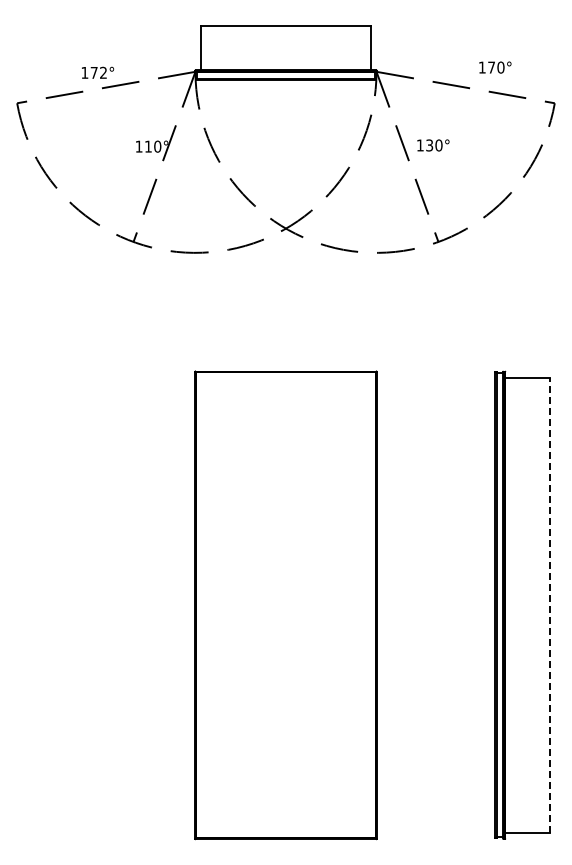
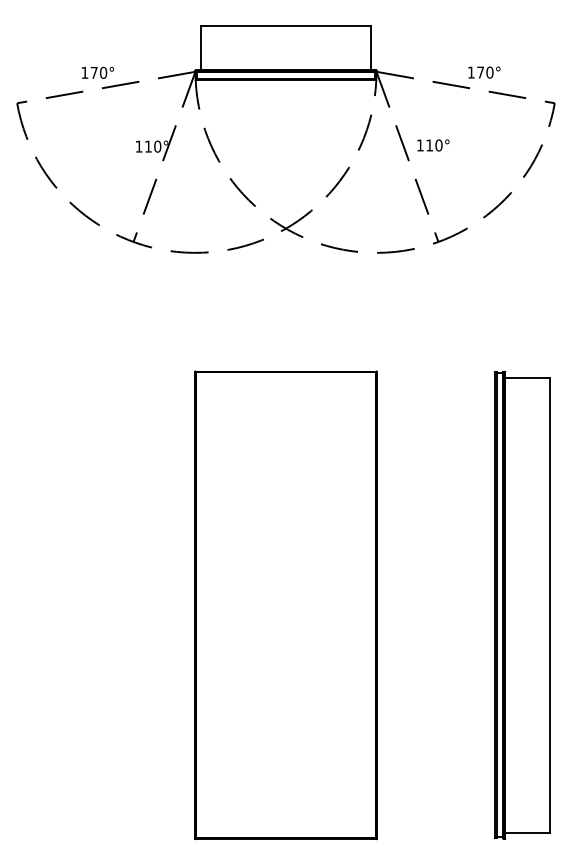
text at (495, 67) position: (495, 67) -> (484, 72)
text at (103, 72): 172° -> 170°
text at (429, 145): 130° -> 110°
line at (549, 605): dashed -> solid
